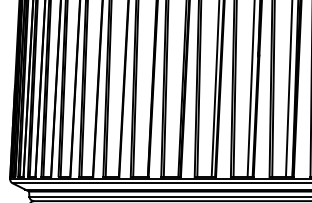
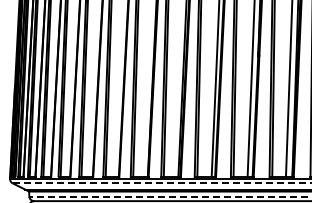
line at (162, 183): solid -> dashed
line at (170, 196): solid -> dashed
